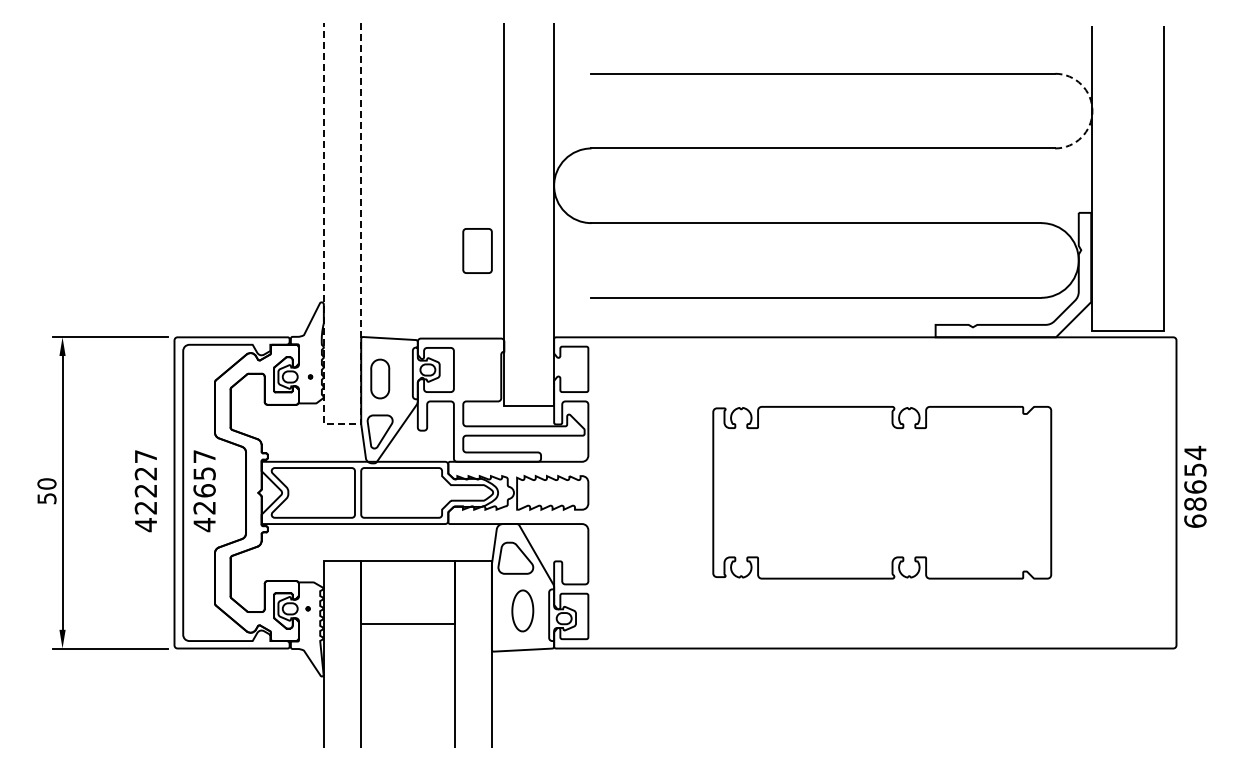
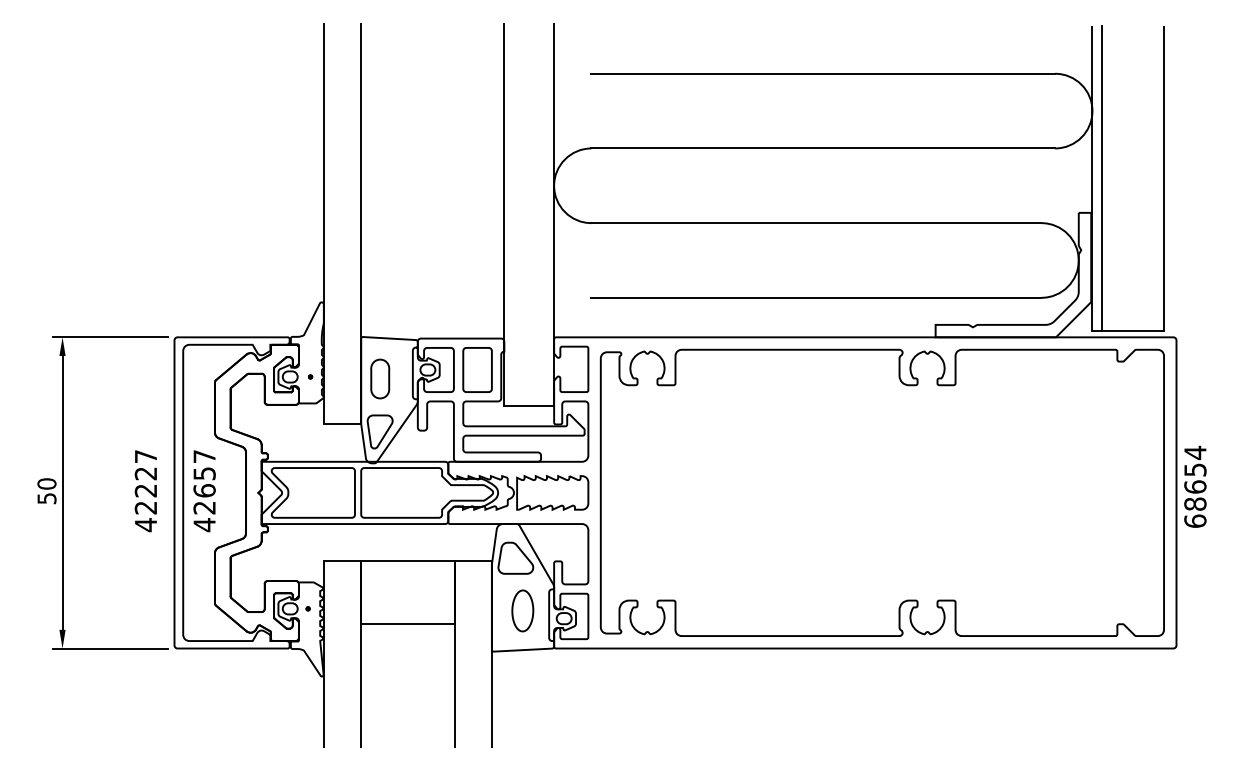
arc at (1092, 111): dashed -> solid
line at (1101, 178): none -> present
part at (477, 250) position: (477, 250) -> (477, 369)
line at (342, 424): dashed -> solid
part at (882, 492) size: 341x174 px -> 566x289 px
